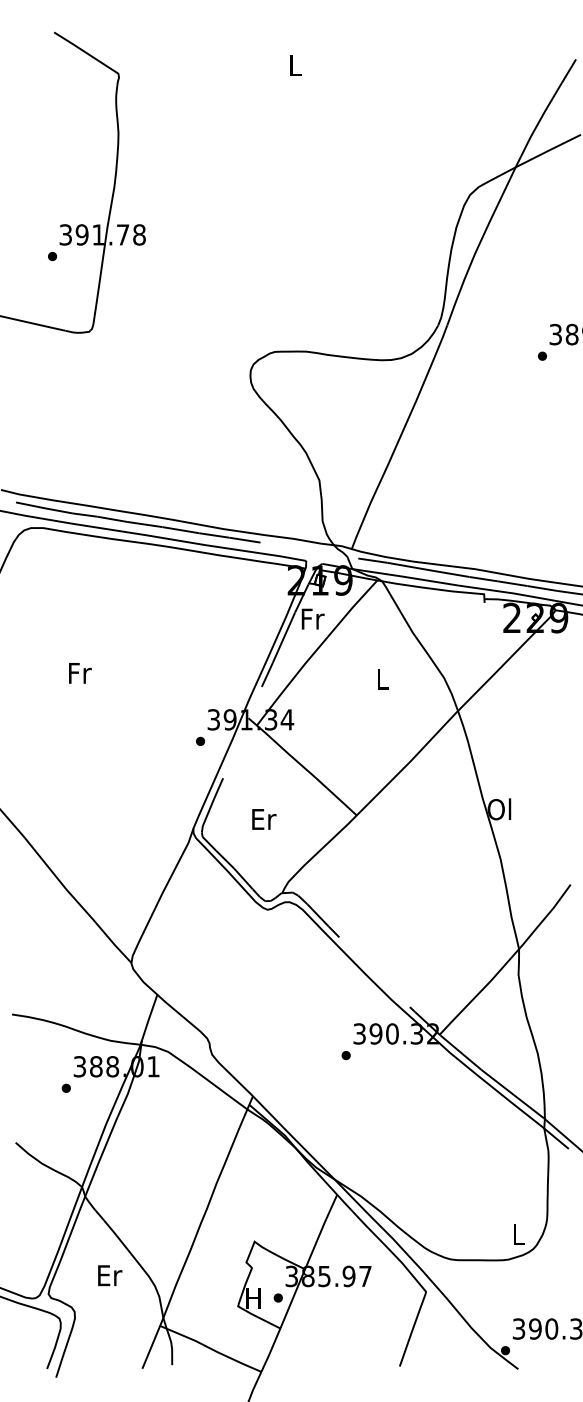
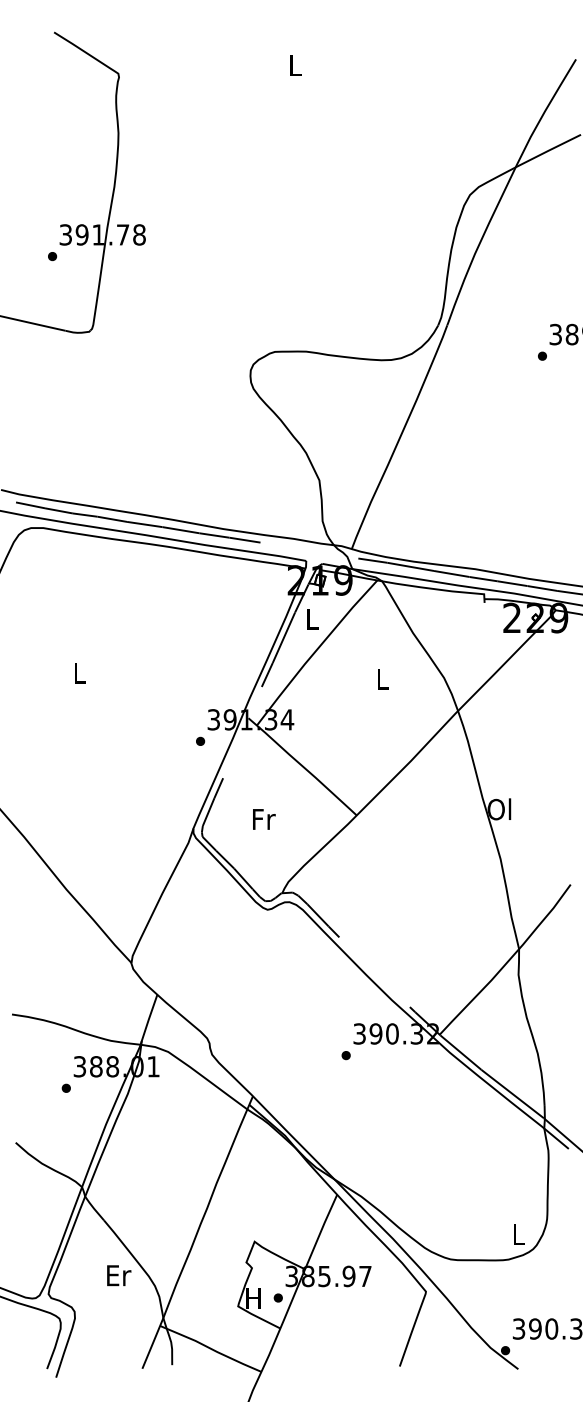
text at (312, 618): Fr -> L
text at (80, 673): Fr -> L
text at (264, 819): Er -> Fr
text at (110, 1275) position: (110, 1275) -> (119, 1275)
